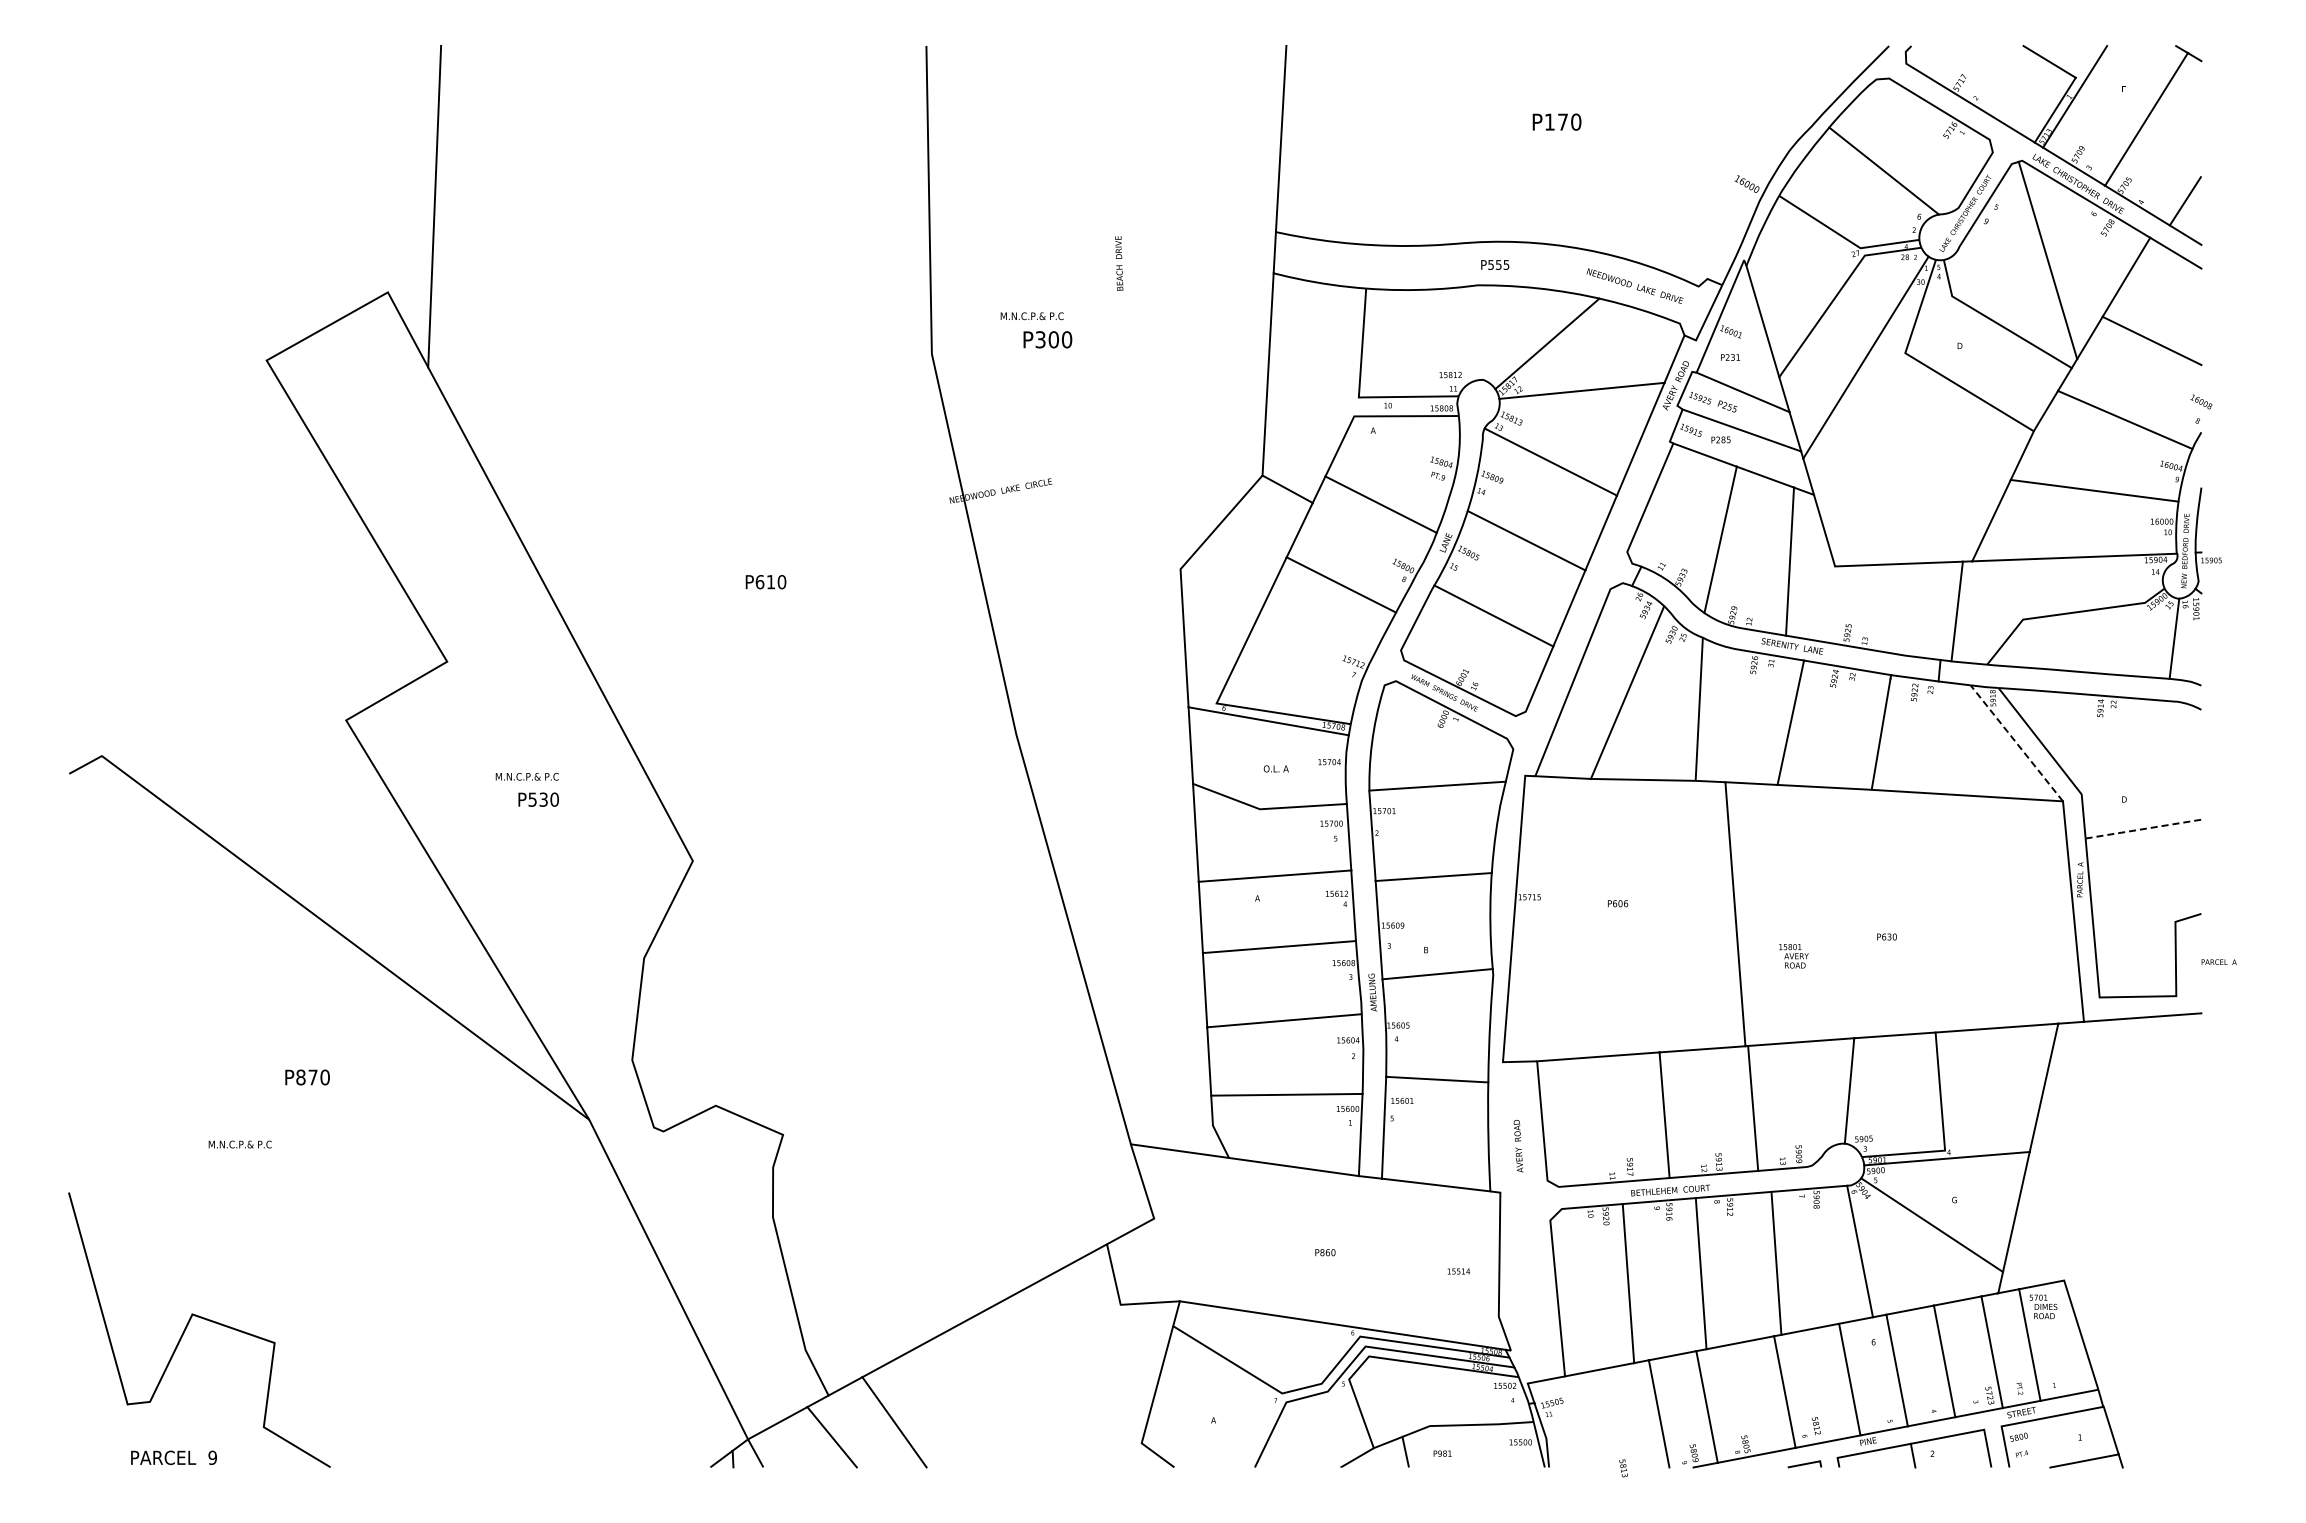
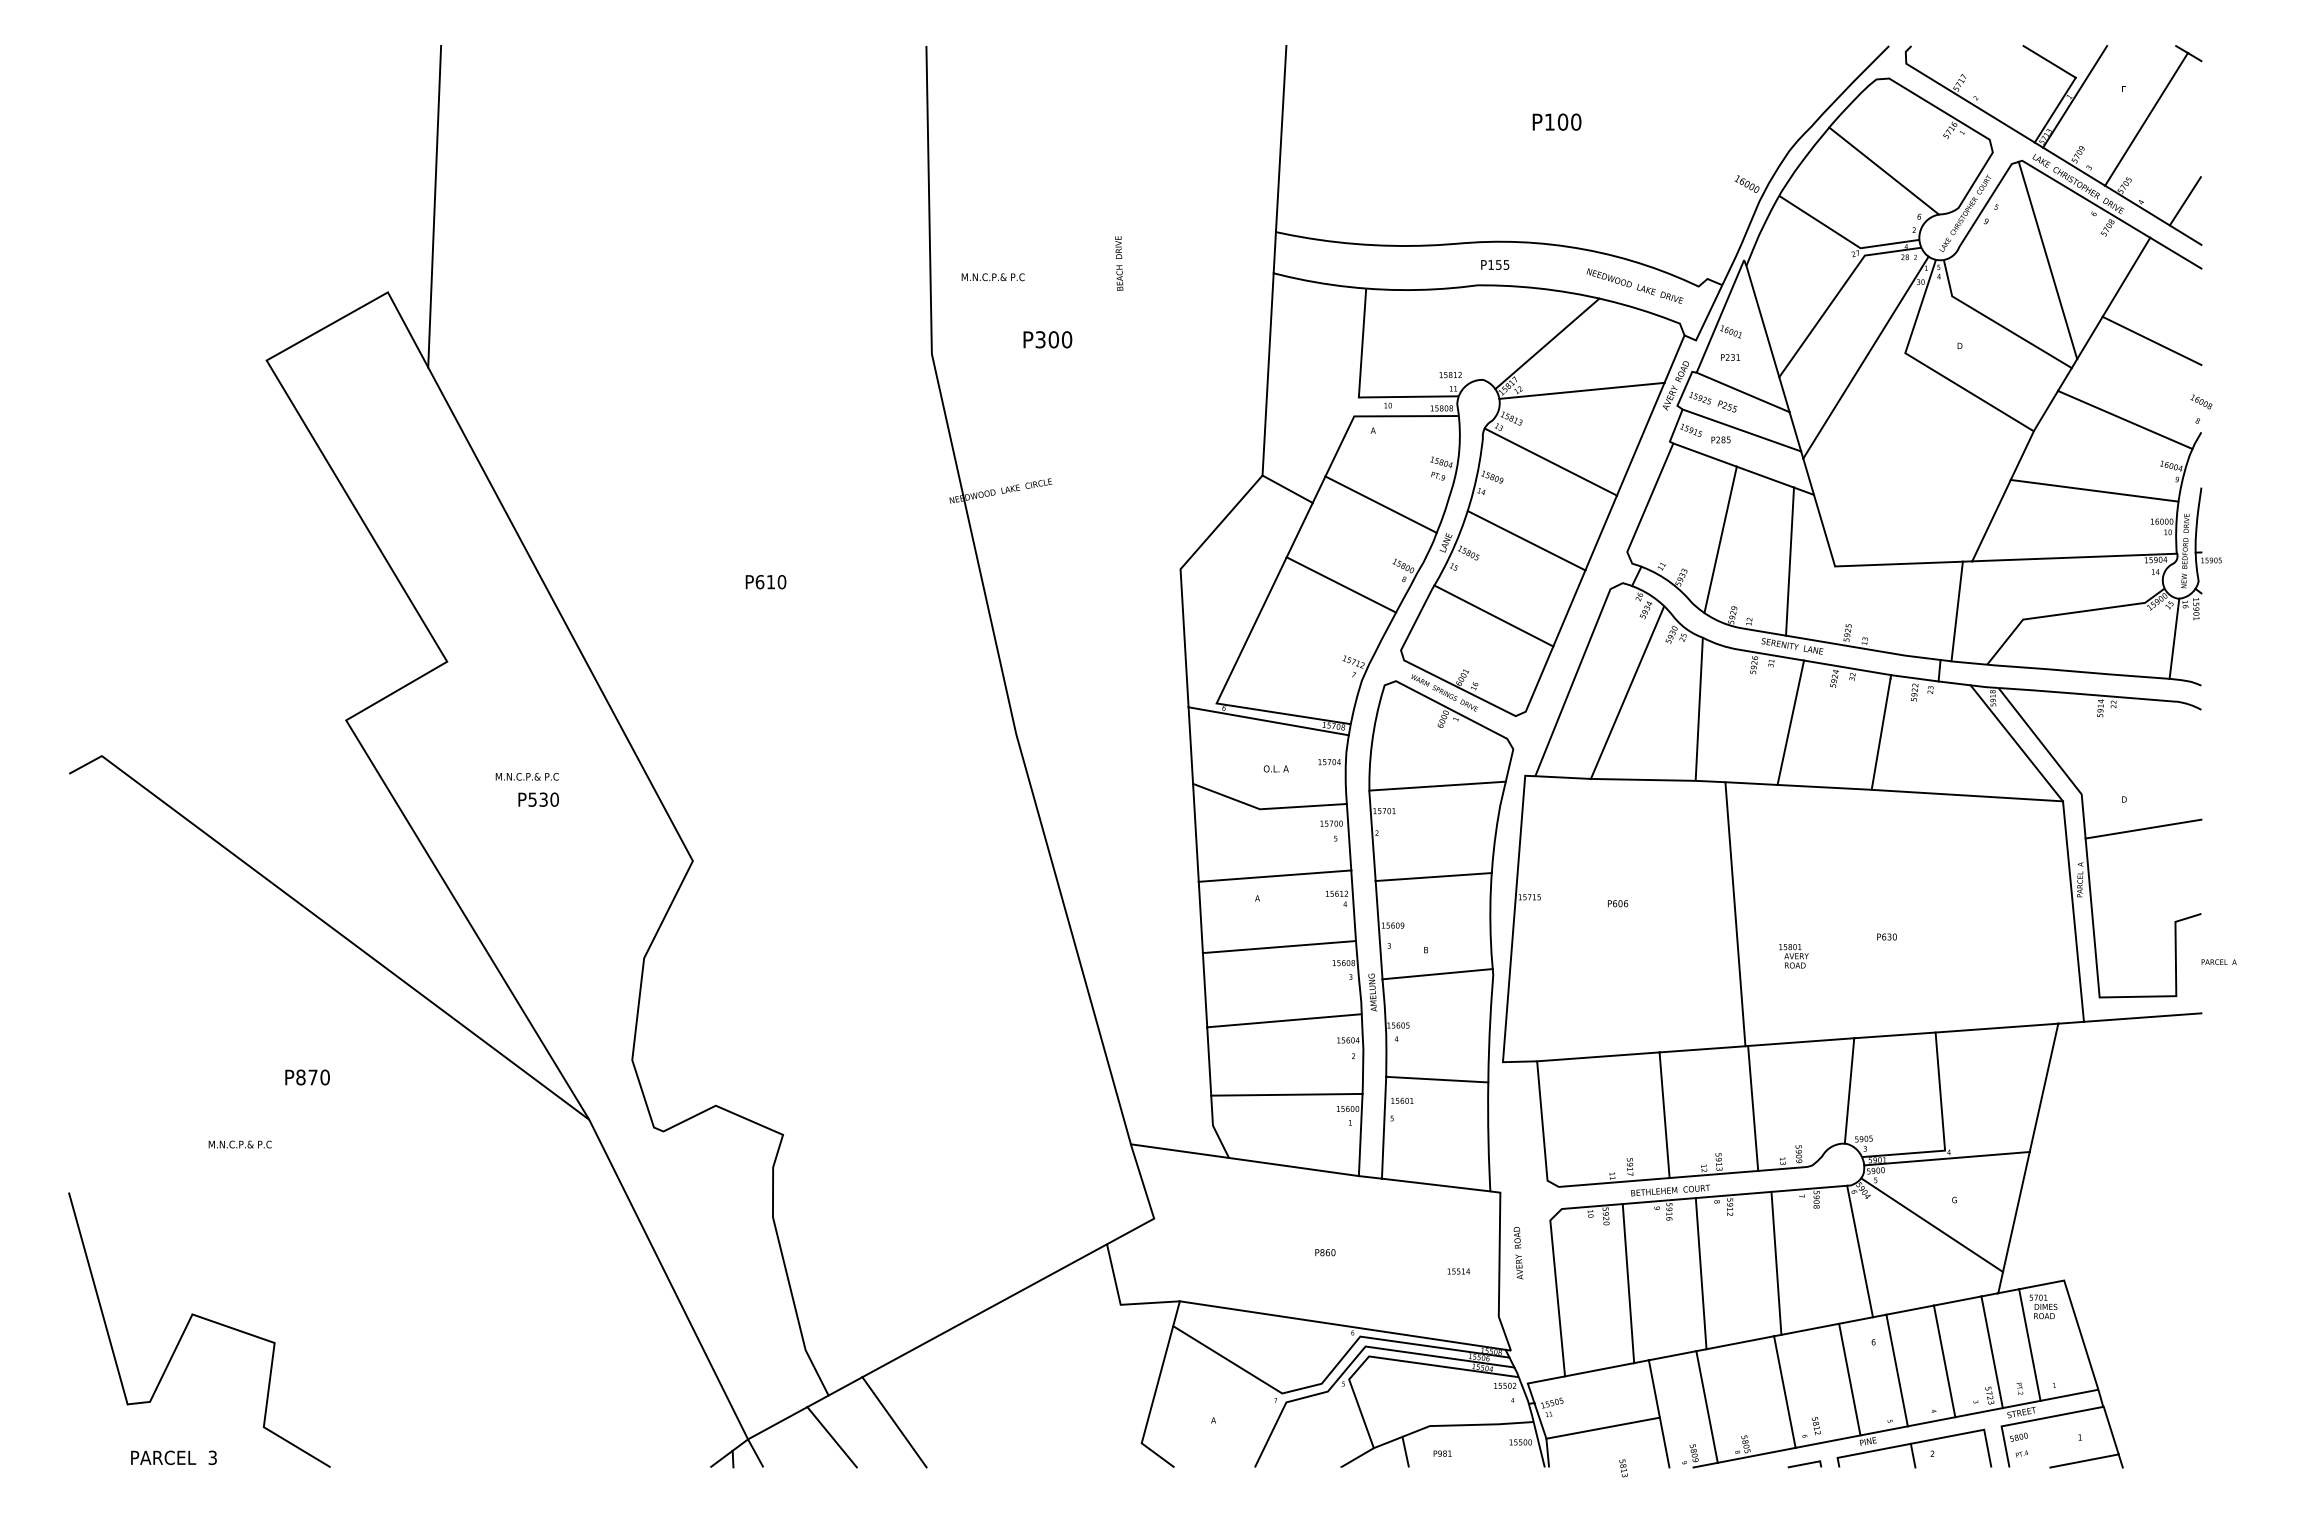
text at (1562, 121): P170 -> P100
text at (1490, 264): P555 -> P155
text at (1031, 316) position: (1031, 316) -> (992, 277)
line at (2016, 742): dashed -> solid
line at (2143, 829): dashed -> solid
text at (1518, 1146) position: (1518, 1146) -> (1518, 1253)
line at (1602, 1427): none -> present
text at (212, 1457): 9 -> 3
